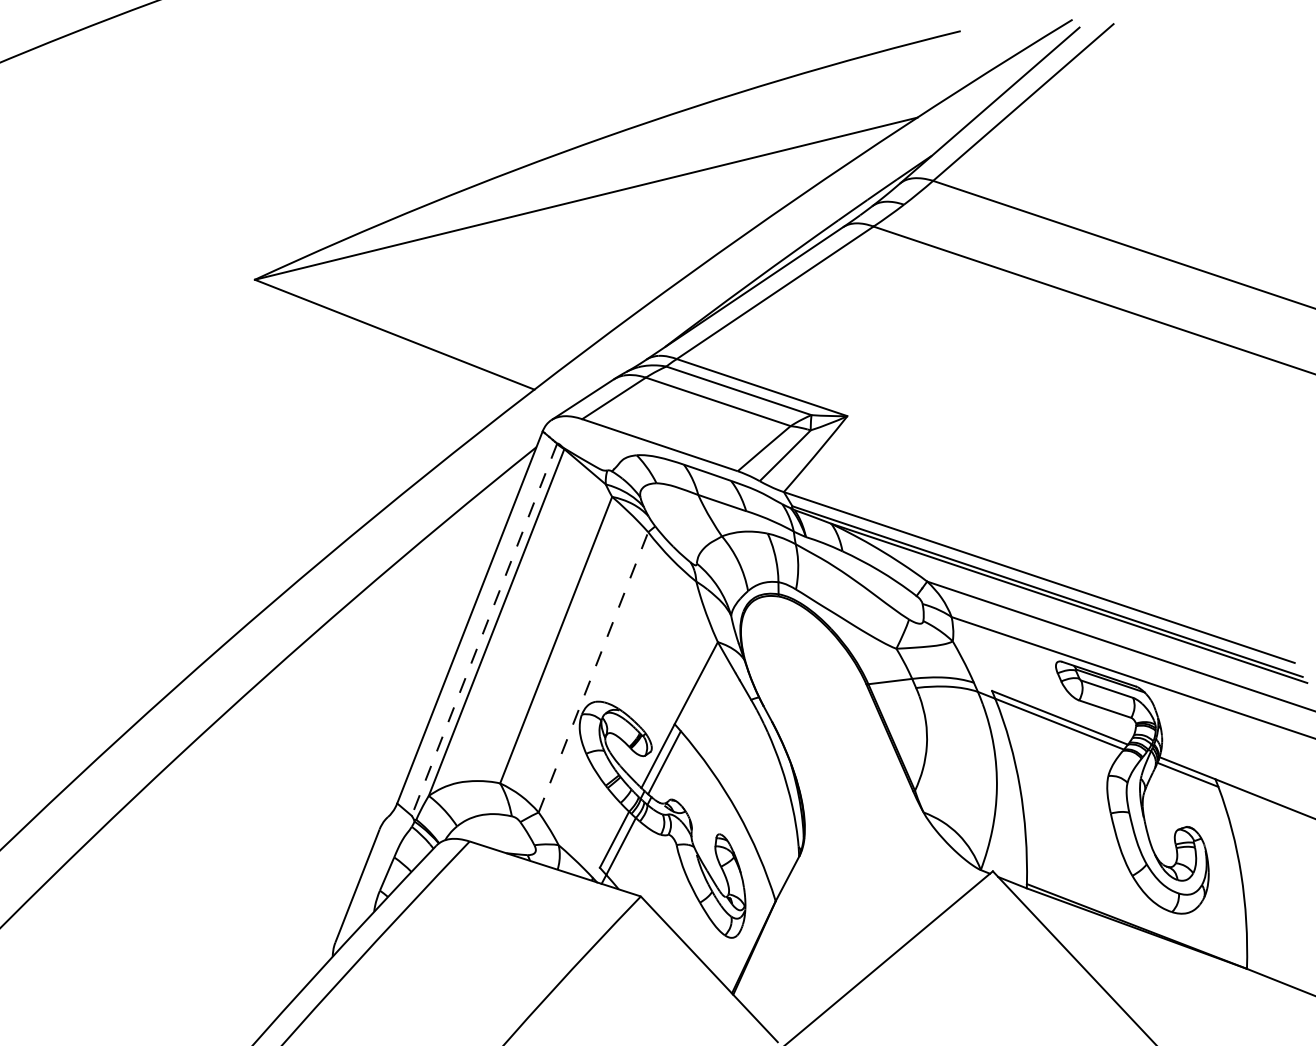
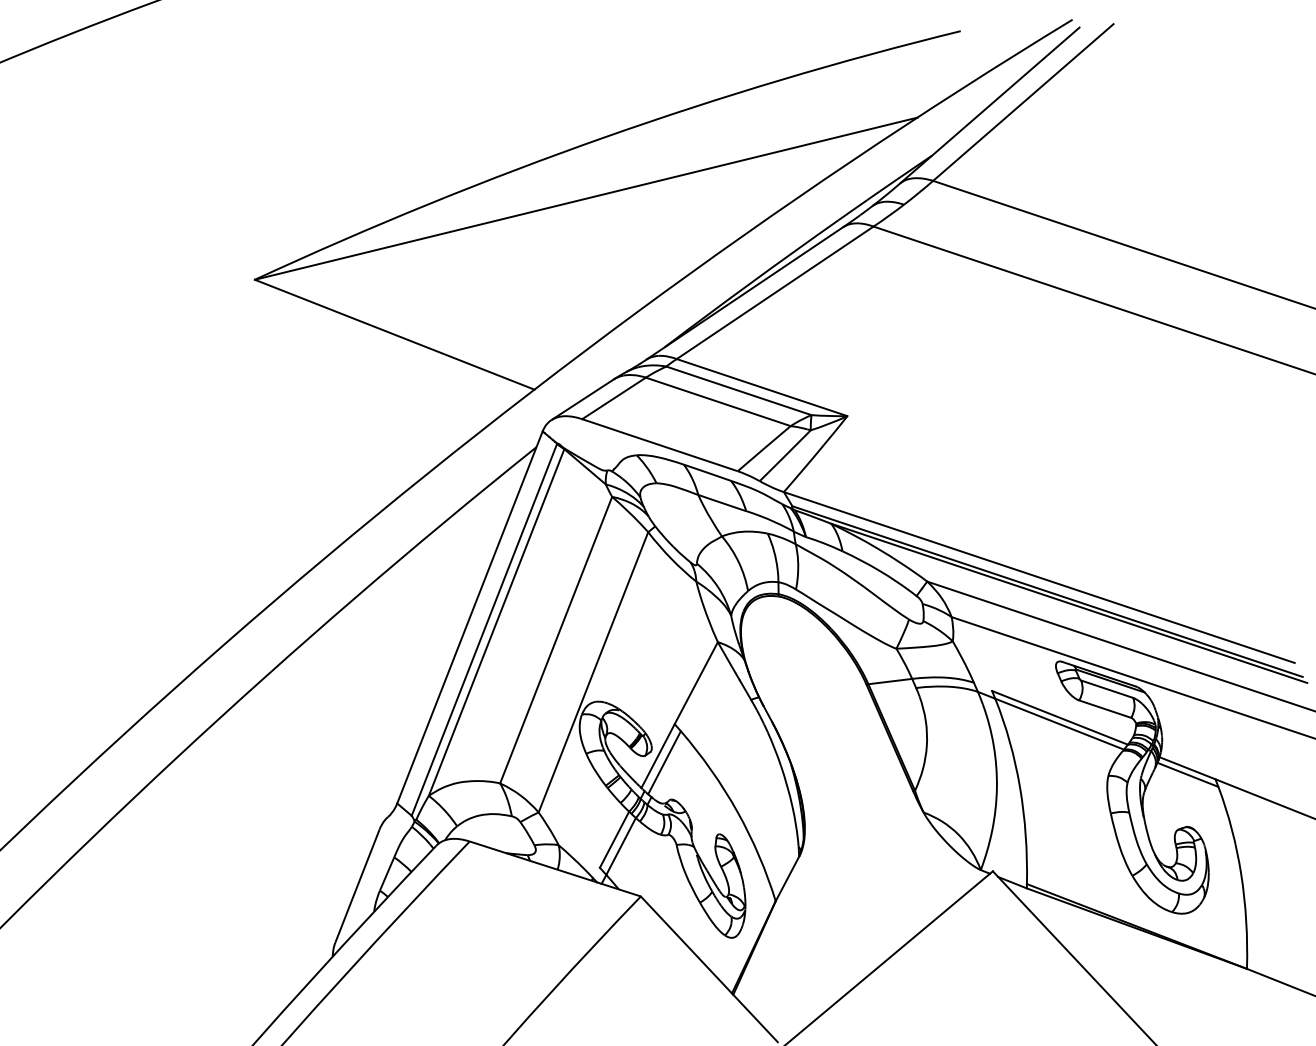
line at (484, 629): dashed -> solid
line at (593, 671): dashed -> solid
